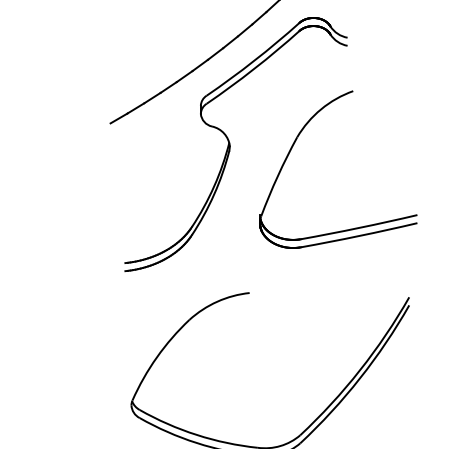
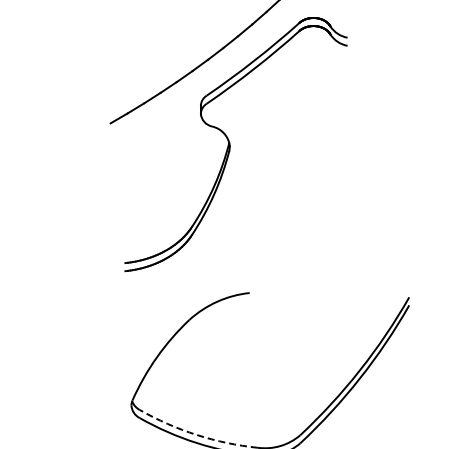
part at (293, 146): present -> none
arc at (196, 434): solid -> dashed
